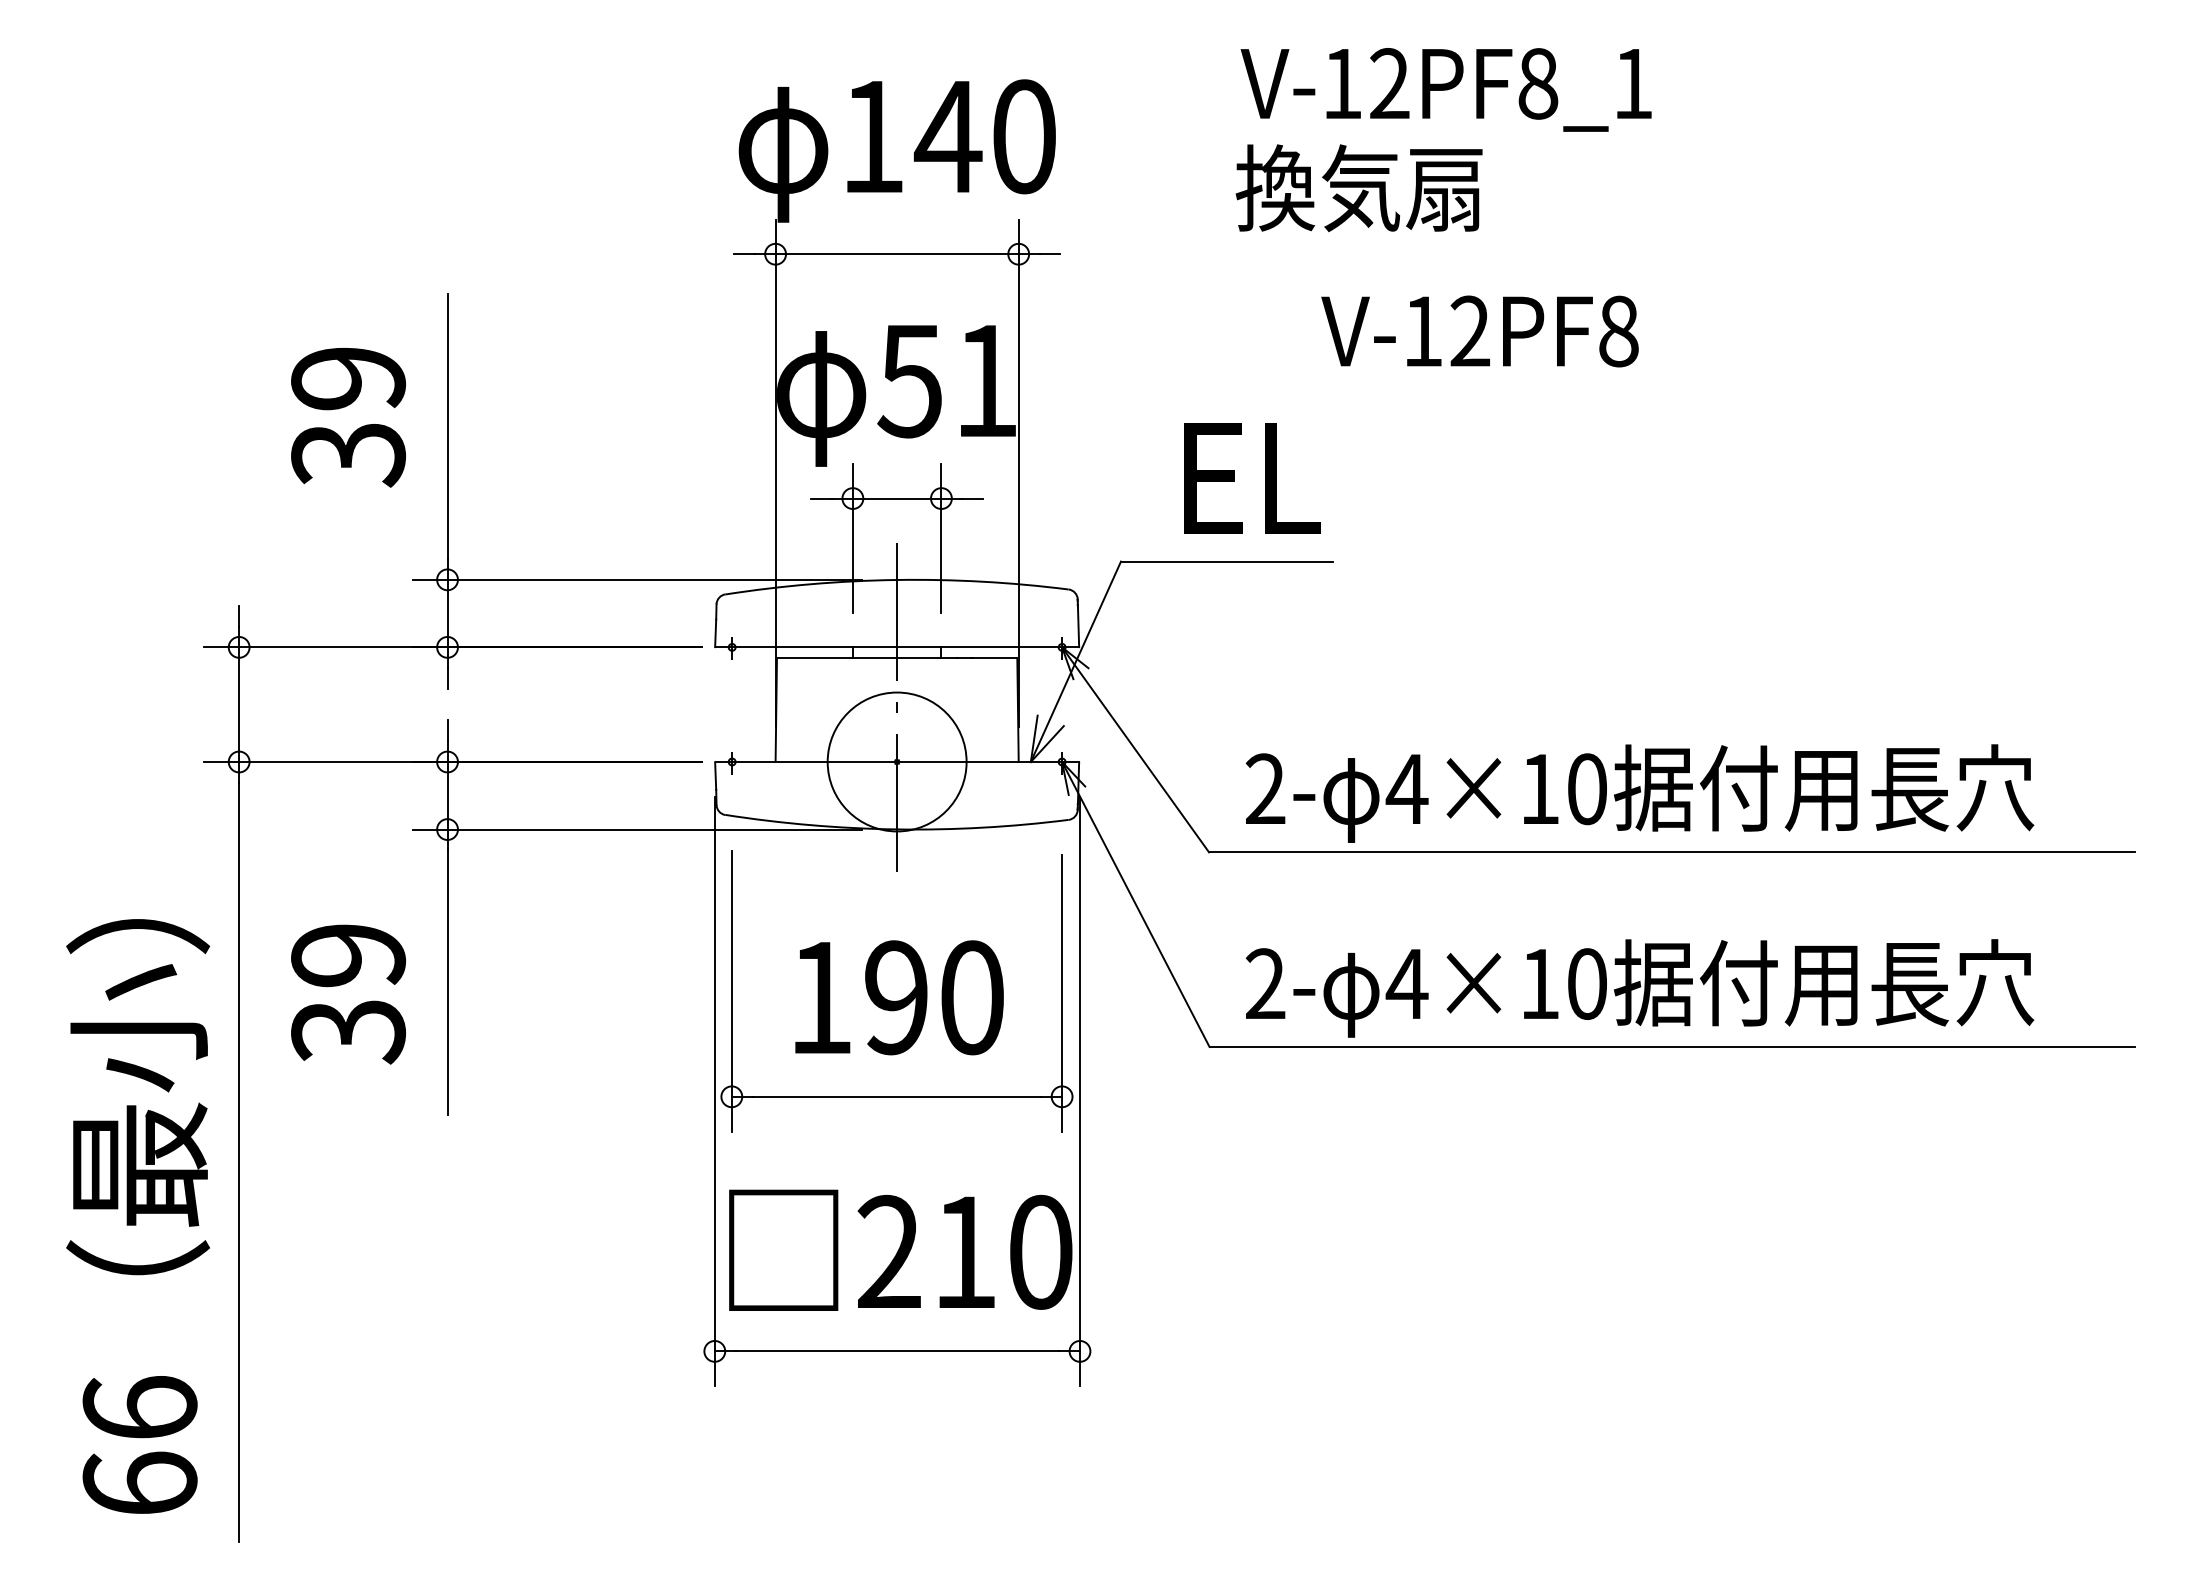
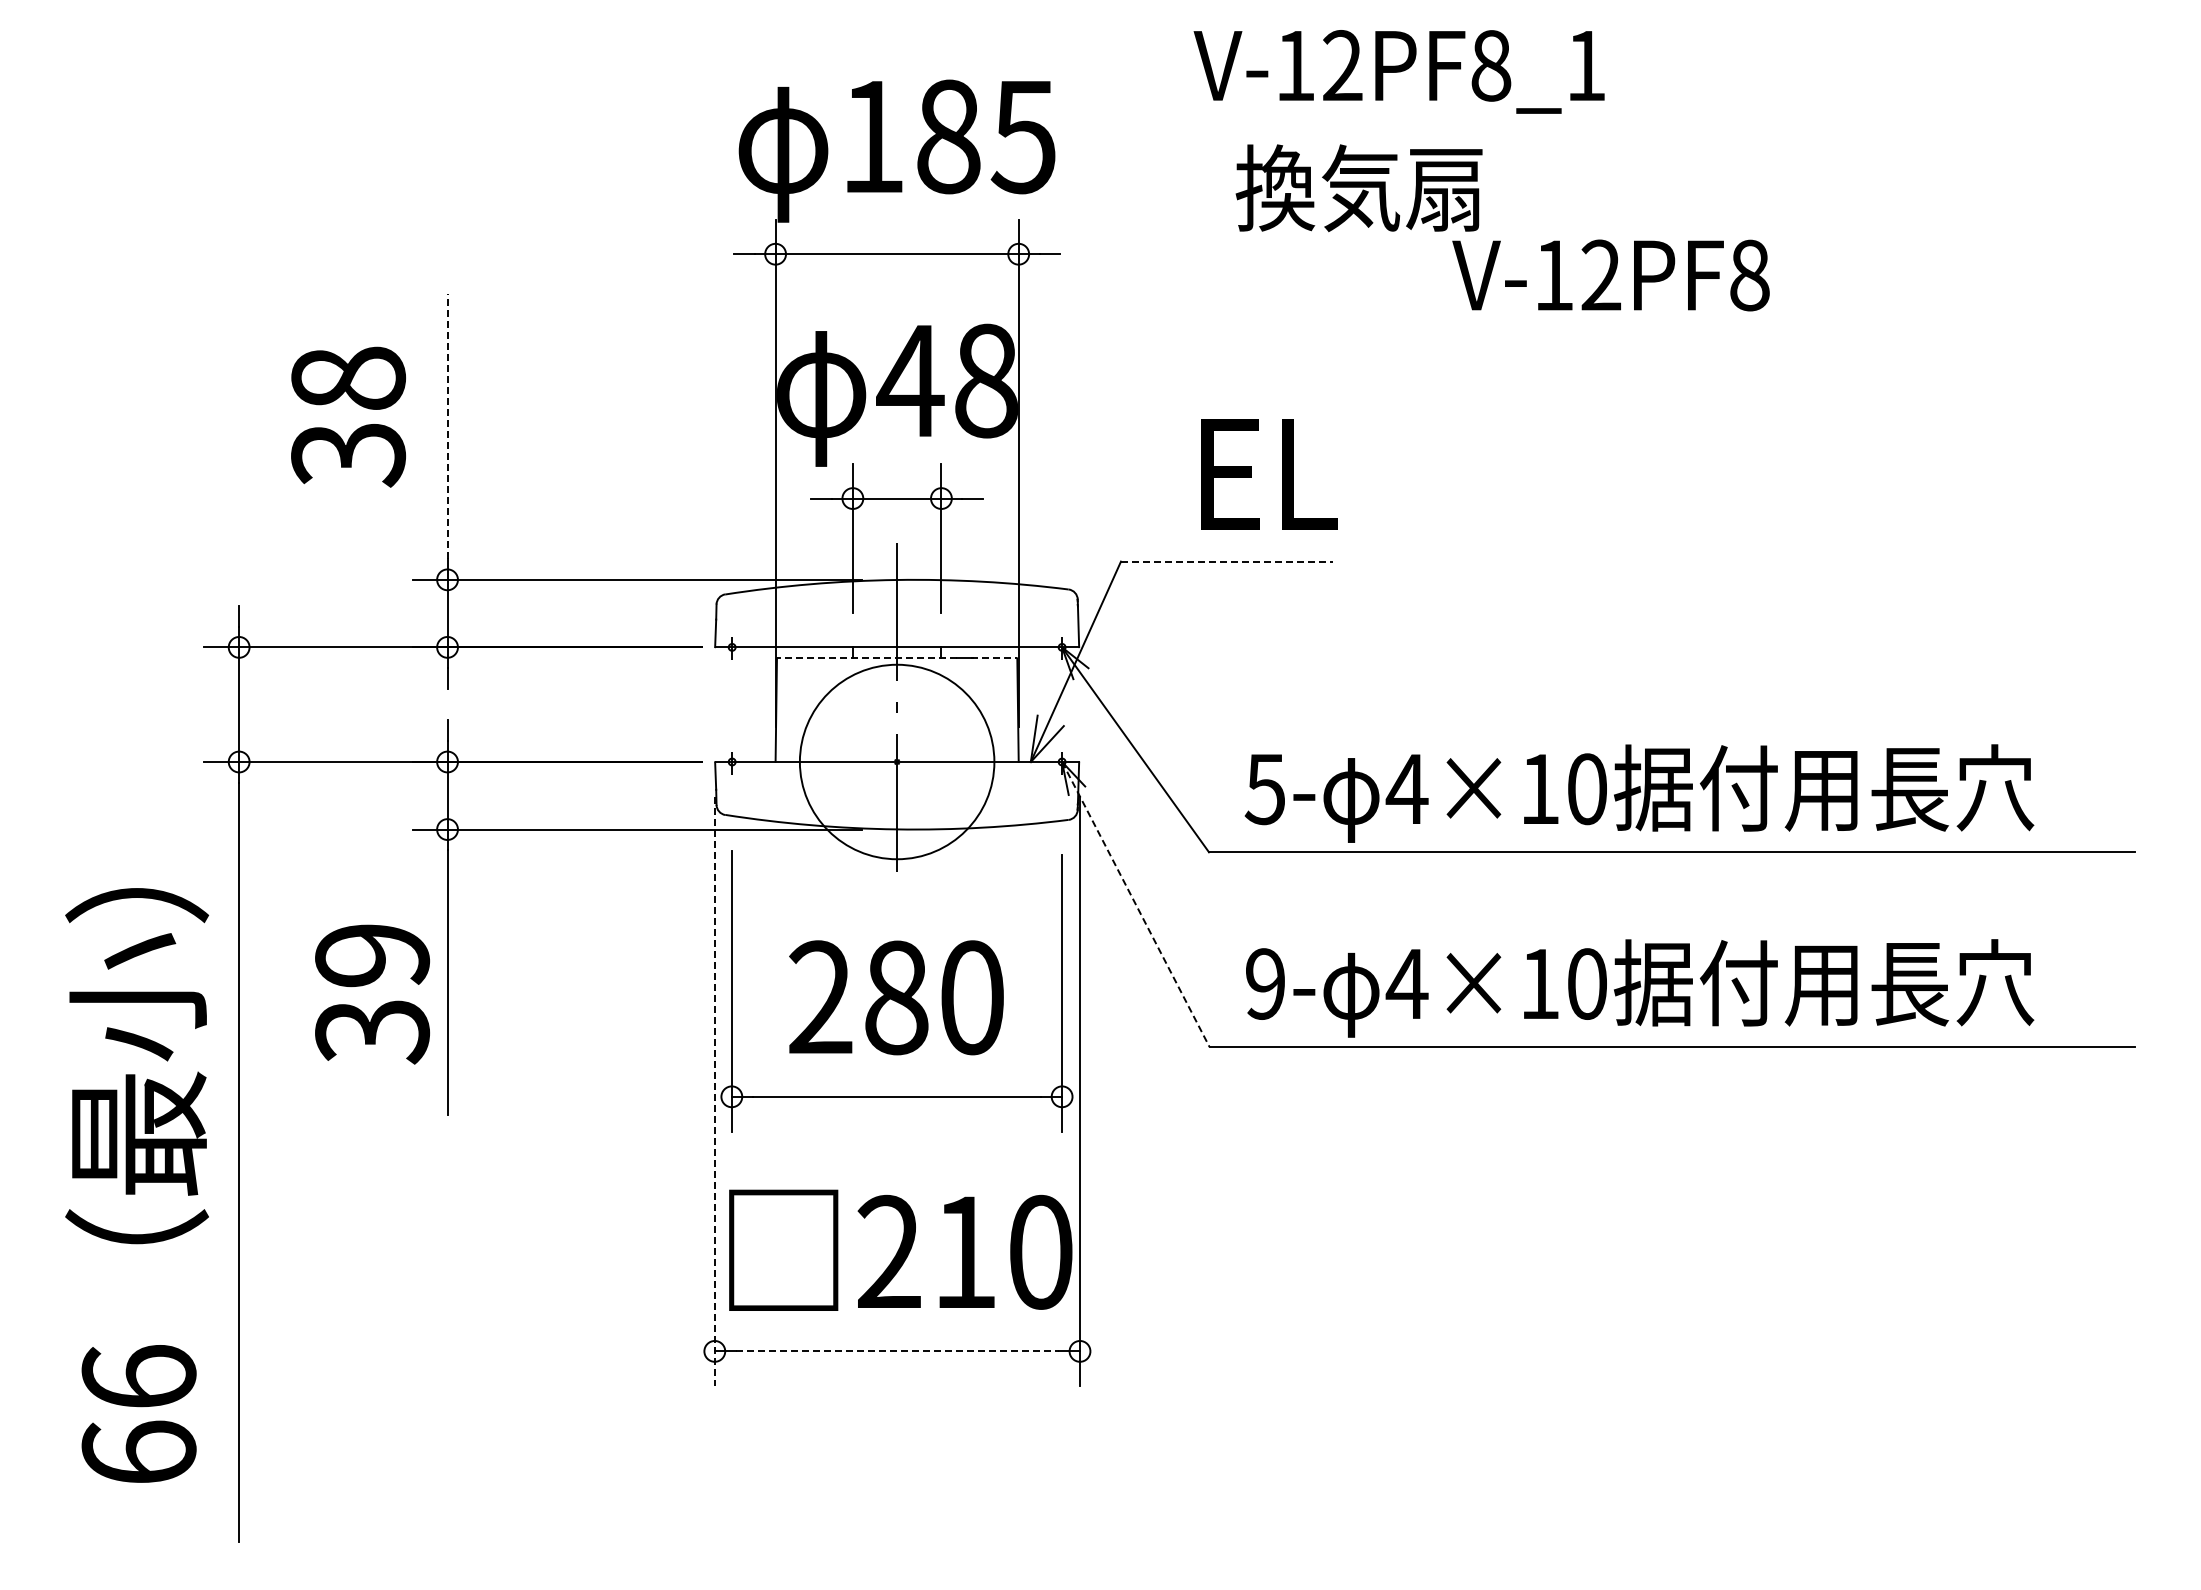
text at (1445, 89) position: (1445, 89) -> (1398, 71)
text at (984, 136): 140 -> 185
text at (1479, 331) position: (1479, 331) -> (1610, 275)
text at (348, 378): 39 -> 38
text at (946, 380): 51 -> 48
line at (447, 426): solid -> dashed
text at (1252, 478) position: (1252, 478) -> (1269, 474)
line at (1226, 561): solid -> dashed
line at (866, 658): solid -> dashed
line at (994, 658): solid -> dashed
circle at (896, 761) diameter: 139 px -> 194 px
text at (1264, 789): 2- -> 5-
line at (1136, 904): solid -> dashed
text at (1265, 983): 2- -> 9-
text at (348, 994) position: (348, 994) -> (372, 994)
text at (858, 997): 190 -> 280
line at (714, 1091): solid -> dashed
text at (138, 1216) position: (138, 1216) -> (137, 1185)
line at (897, 1351): solid -> dashed
